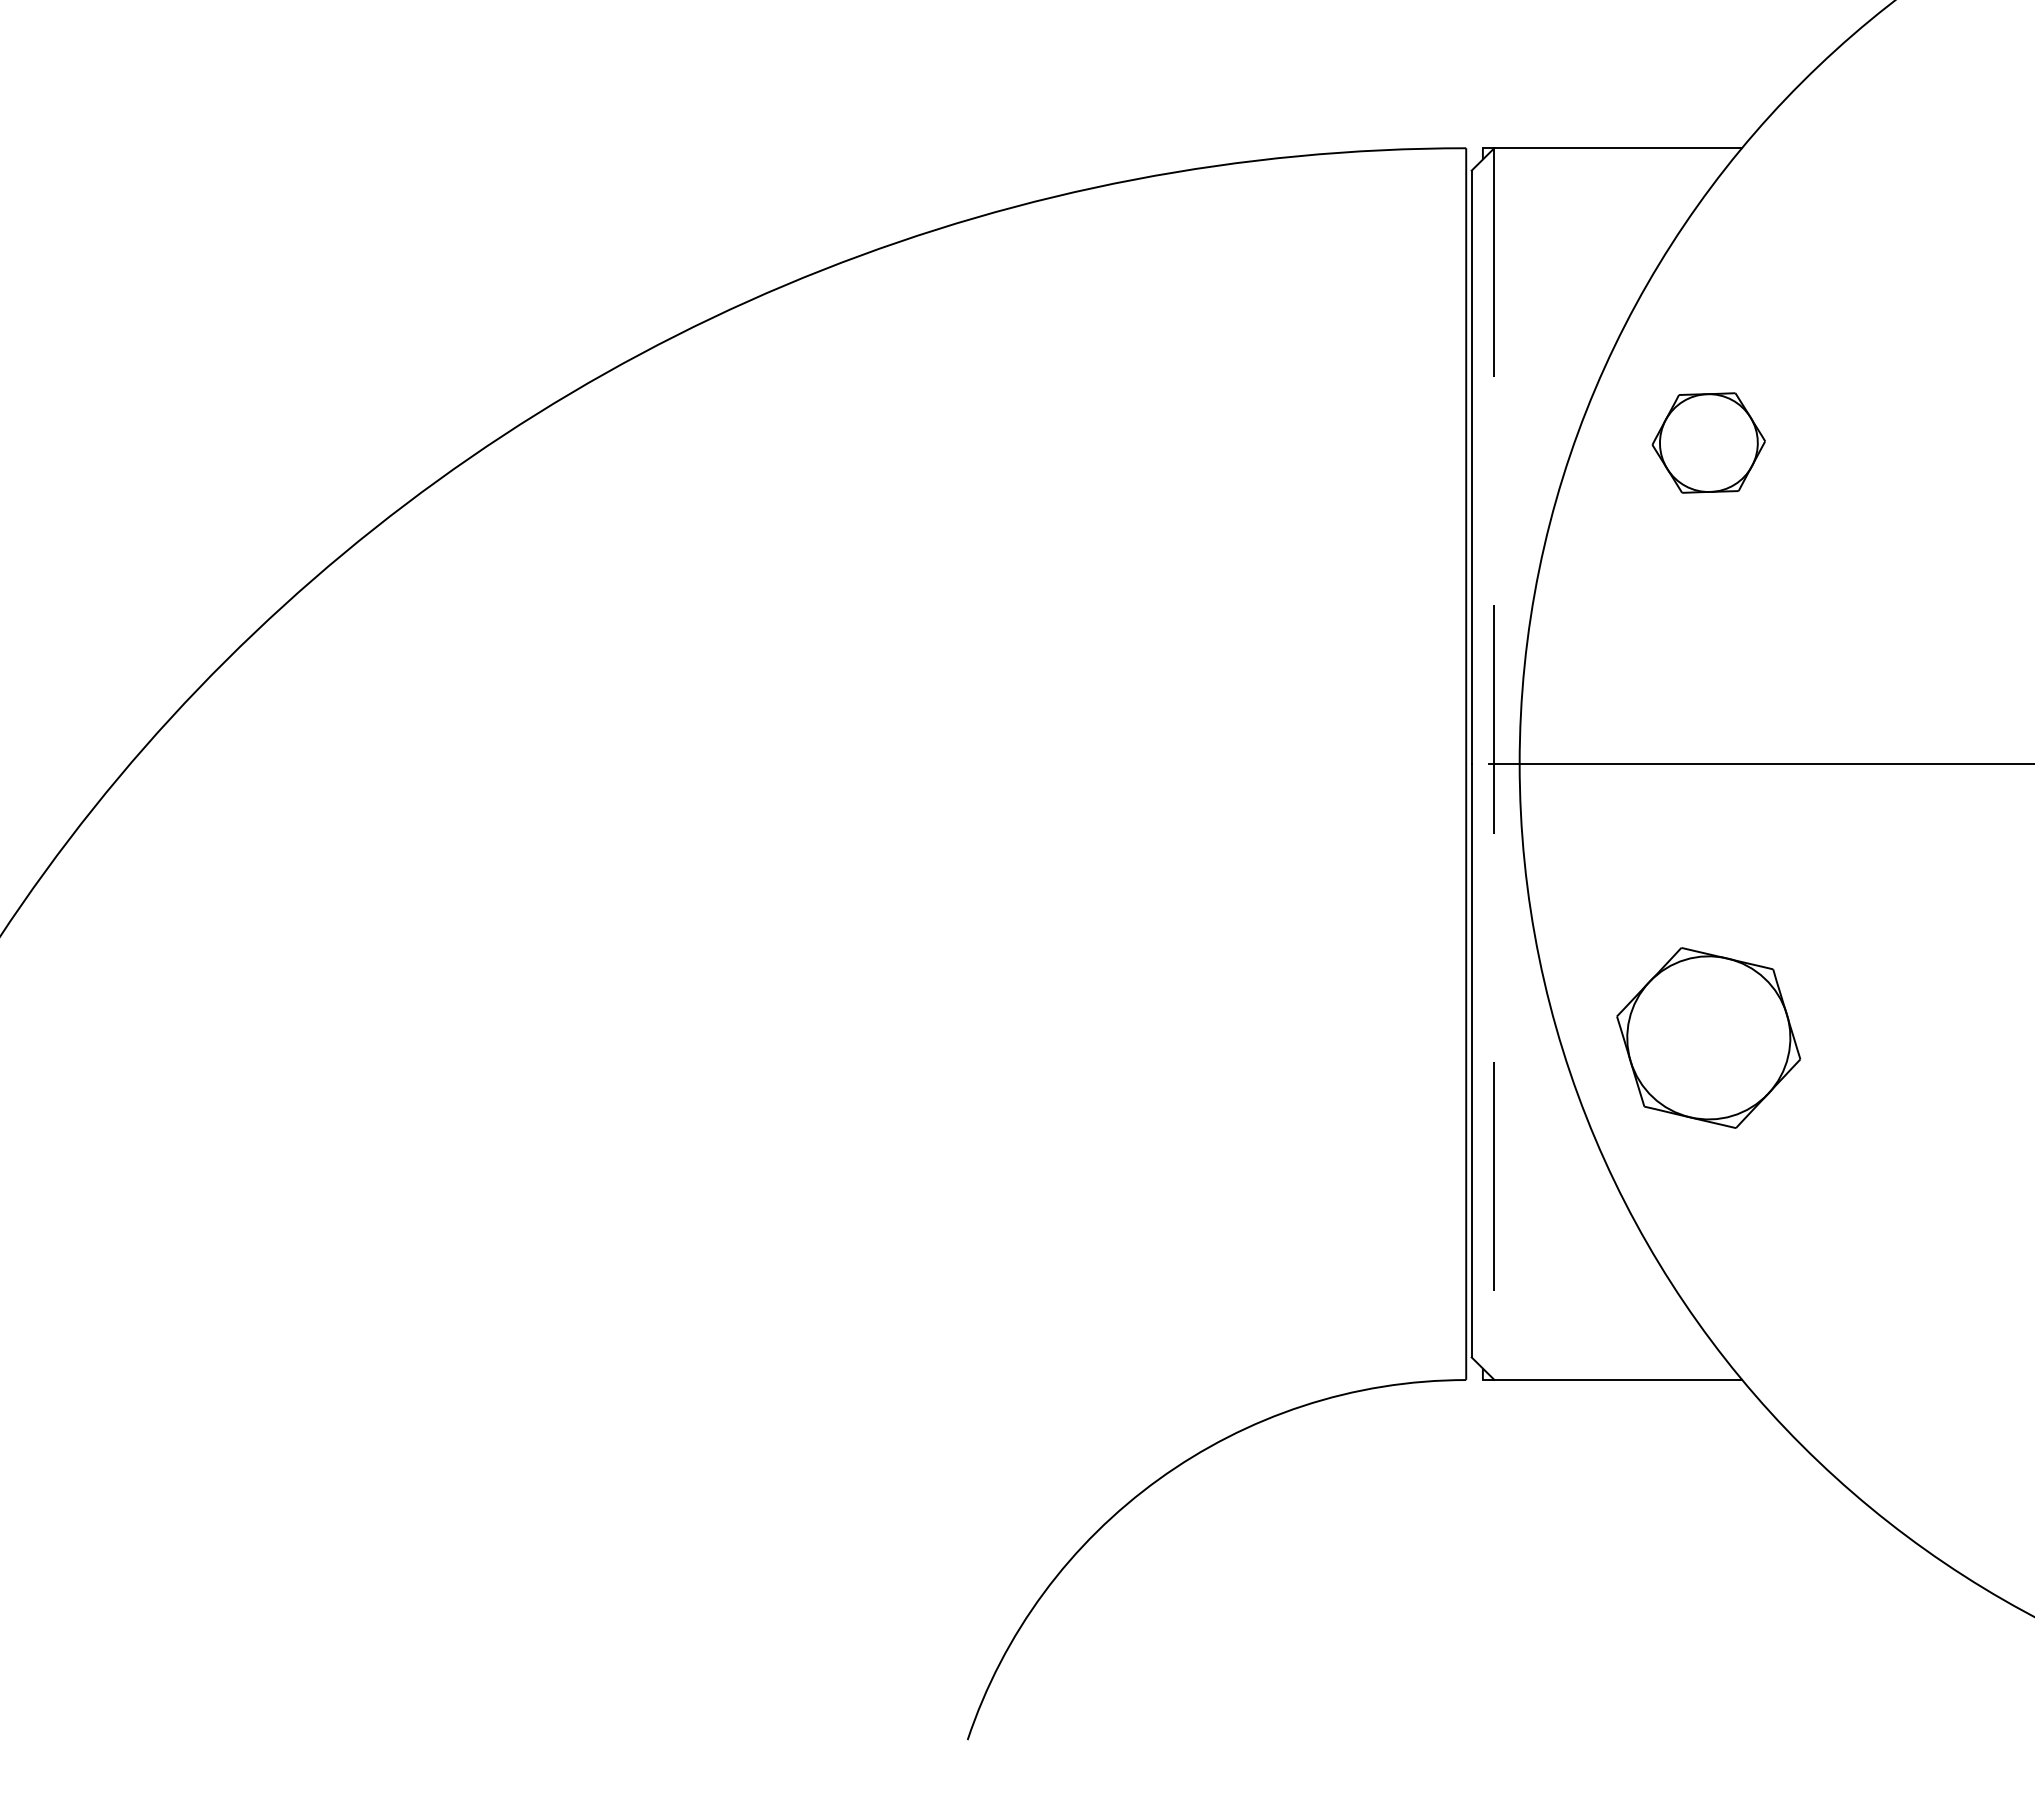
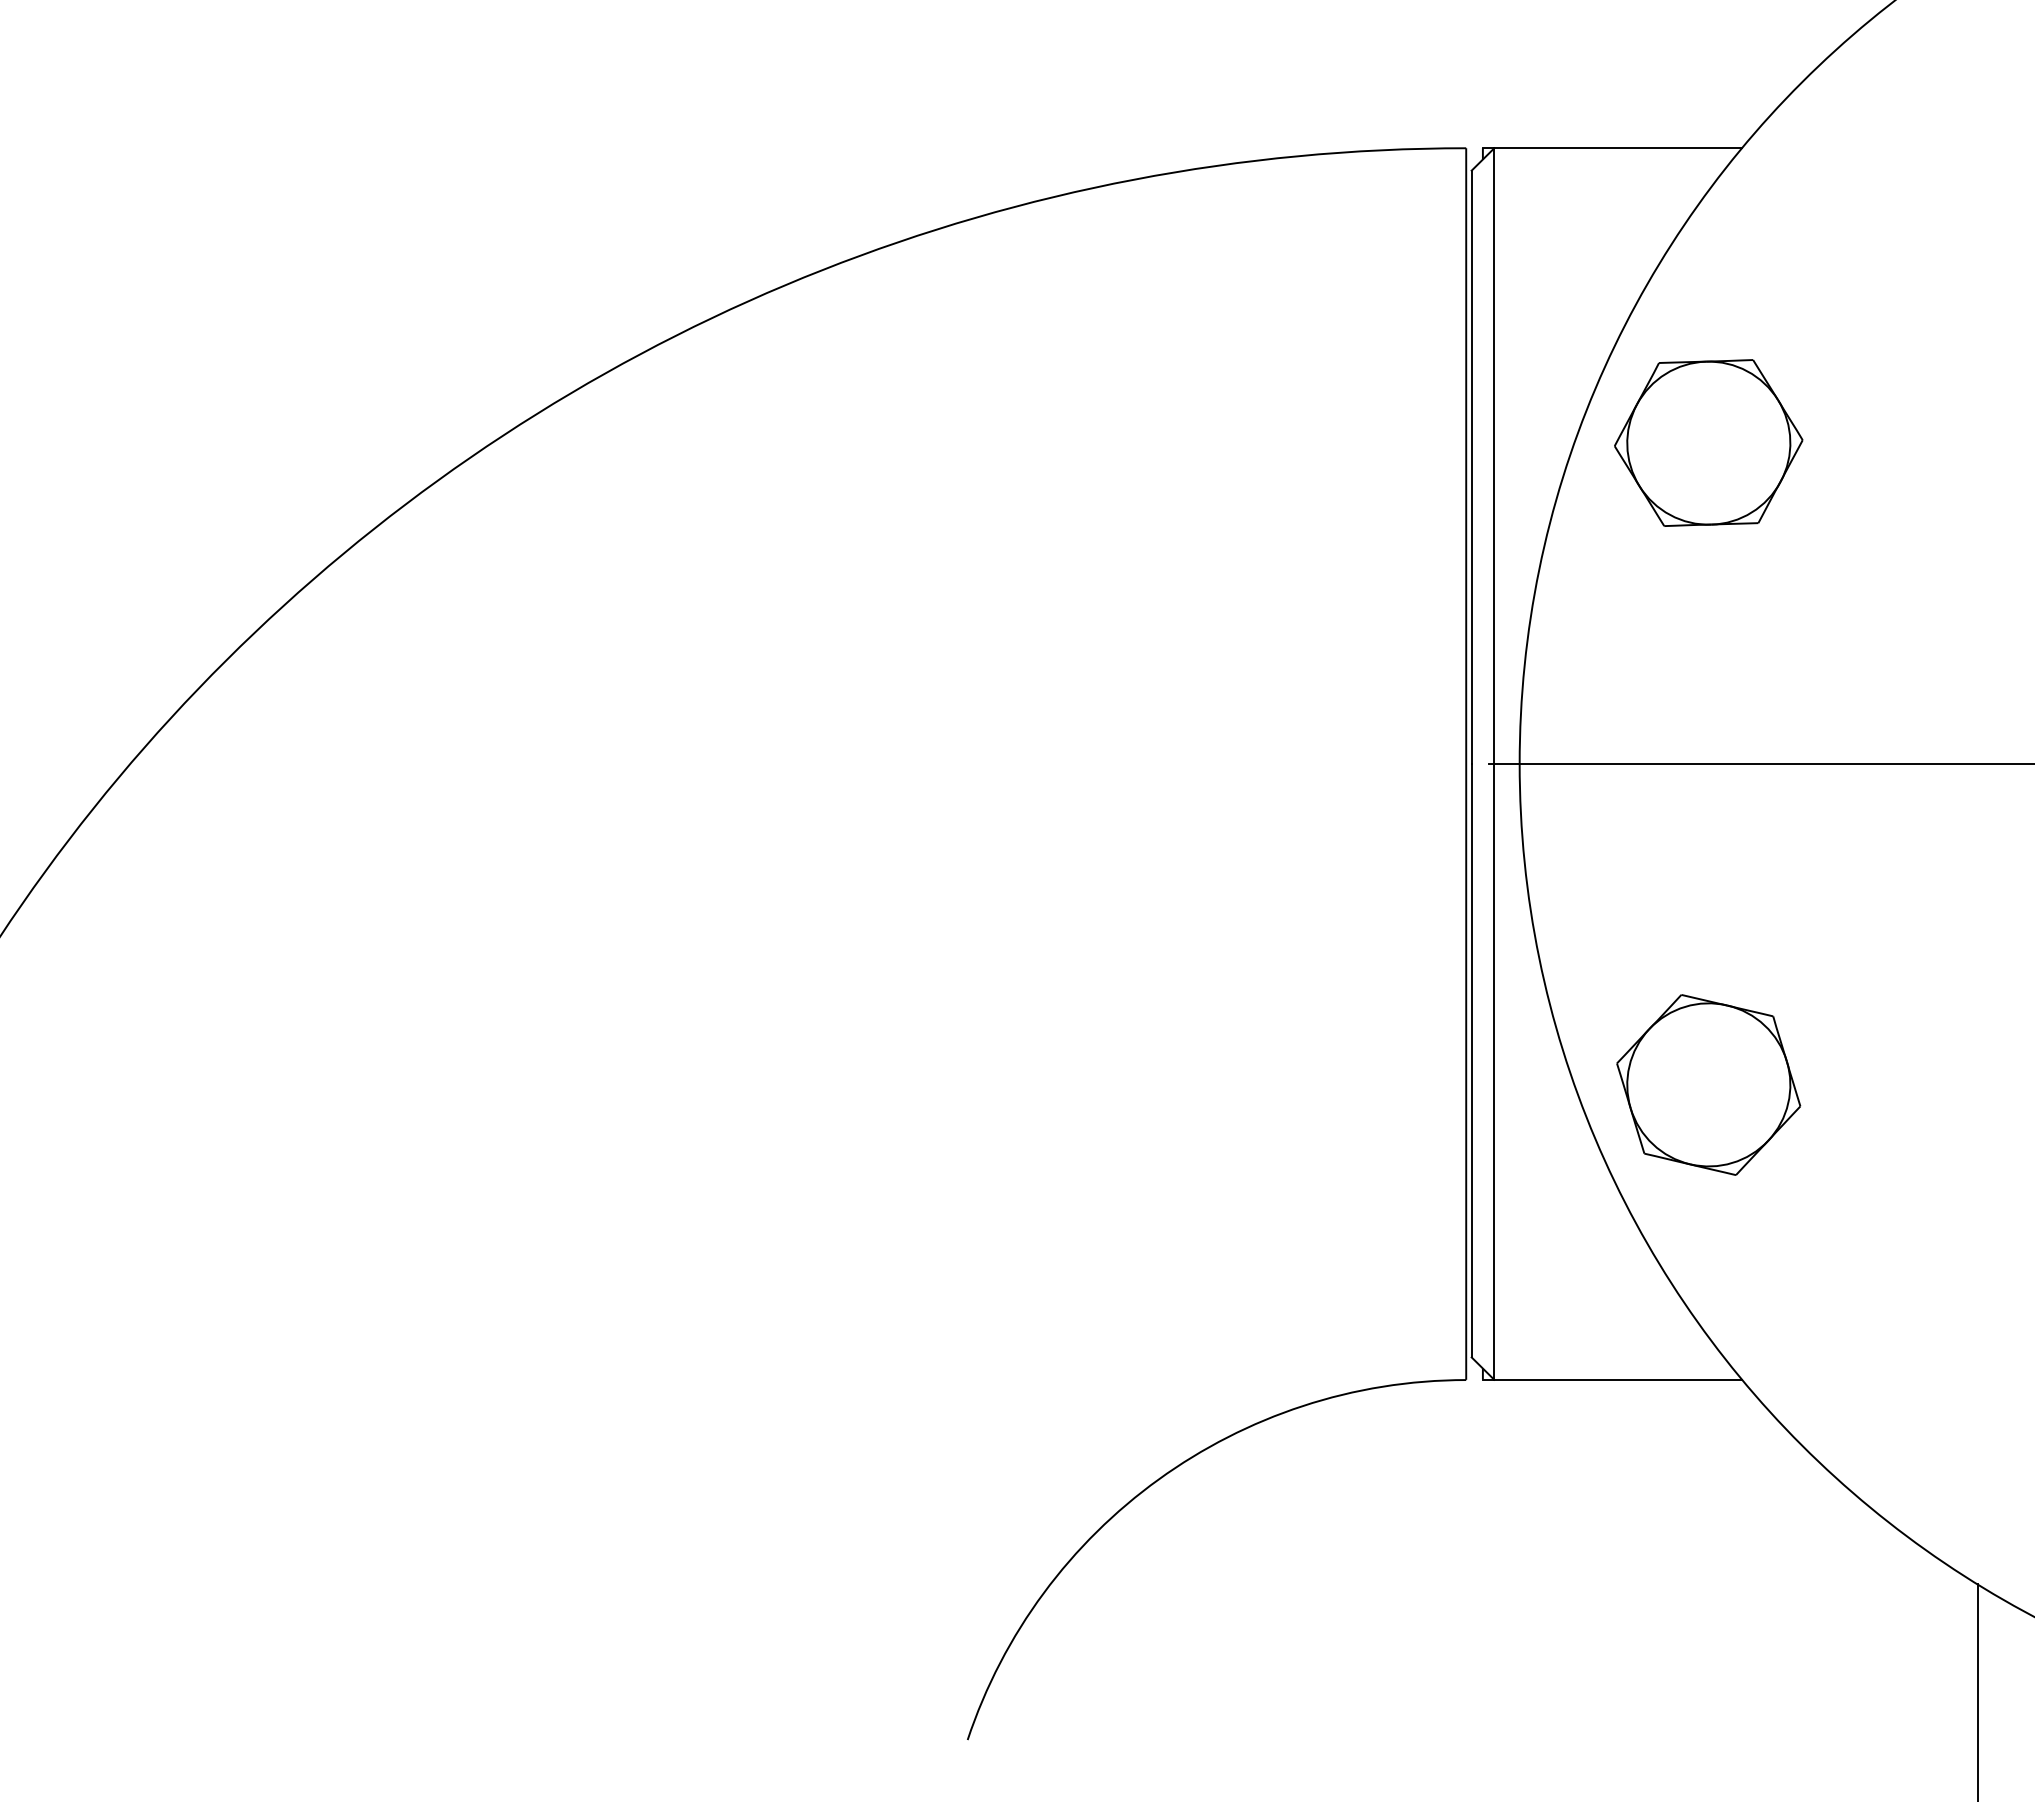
part at (1708, 442) size: 115x102 px -> 190x168 px
line at (1494, 764): dashed -> solid
part at (1708, 1037) position: (1708, 1037) -> (1708, 1084)
line at (1977, 1691): none -> present
